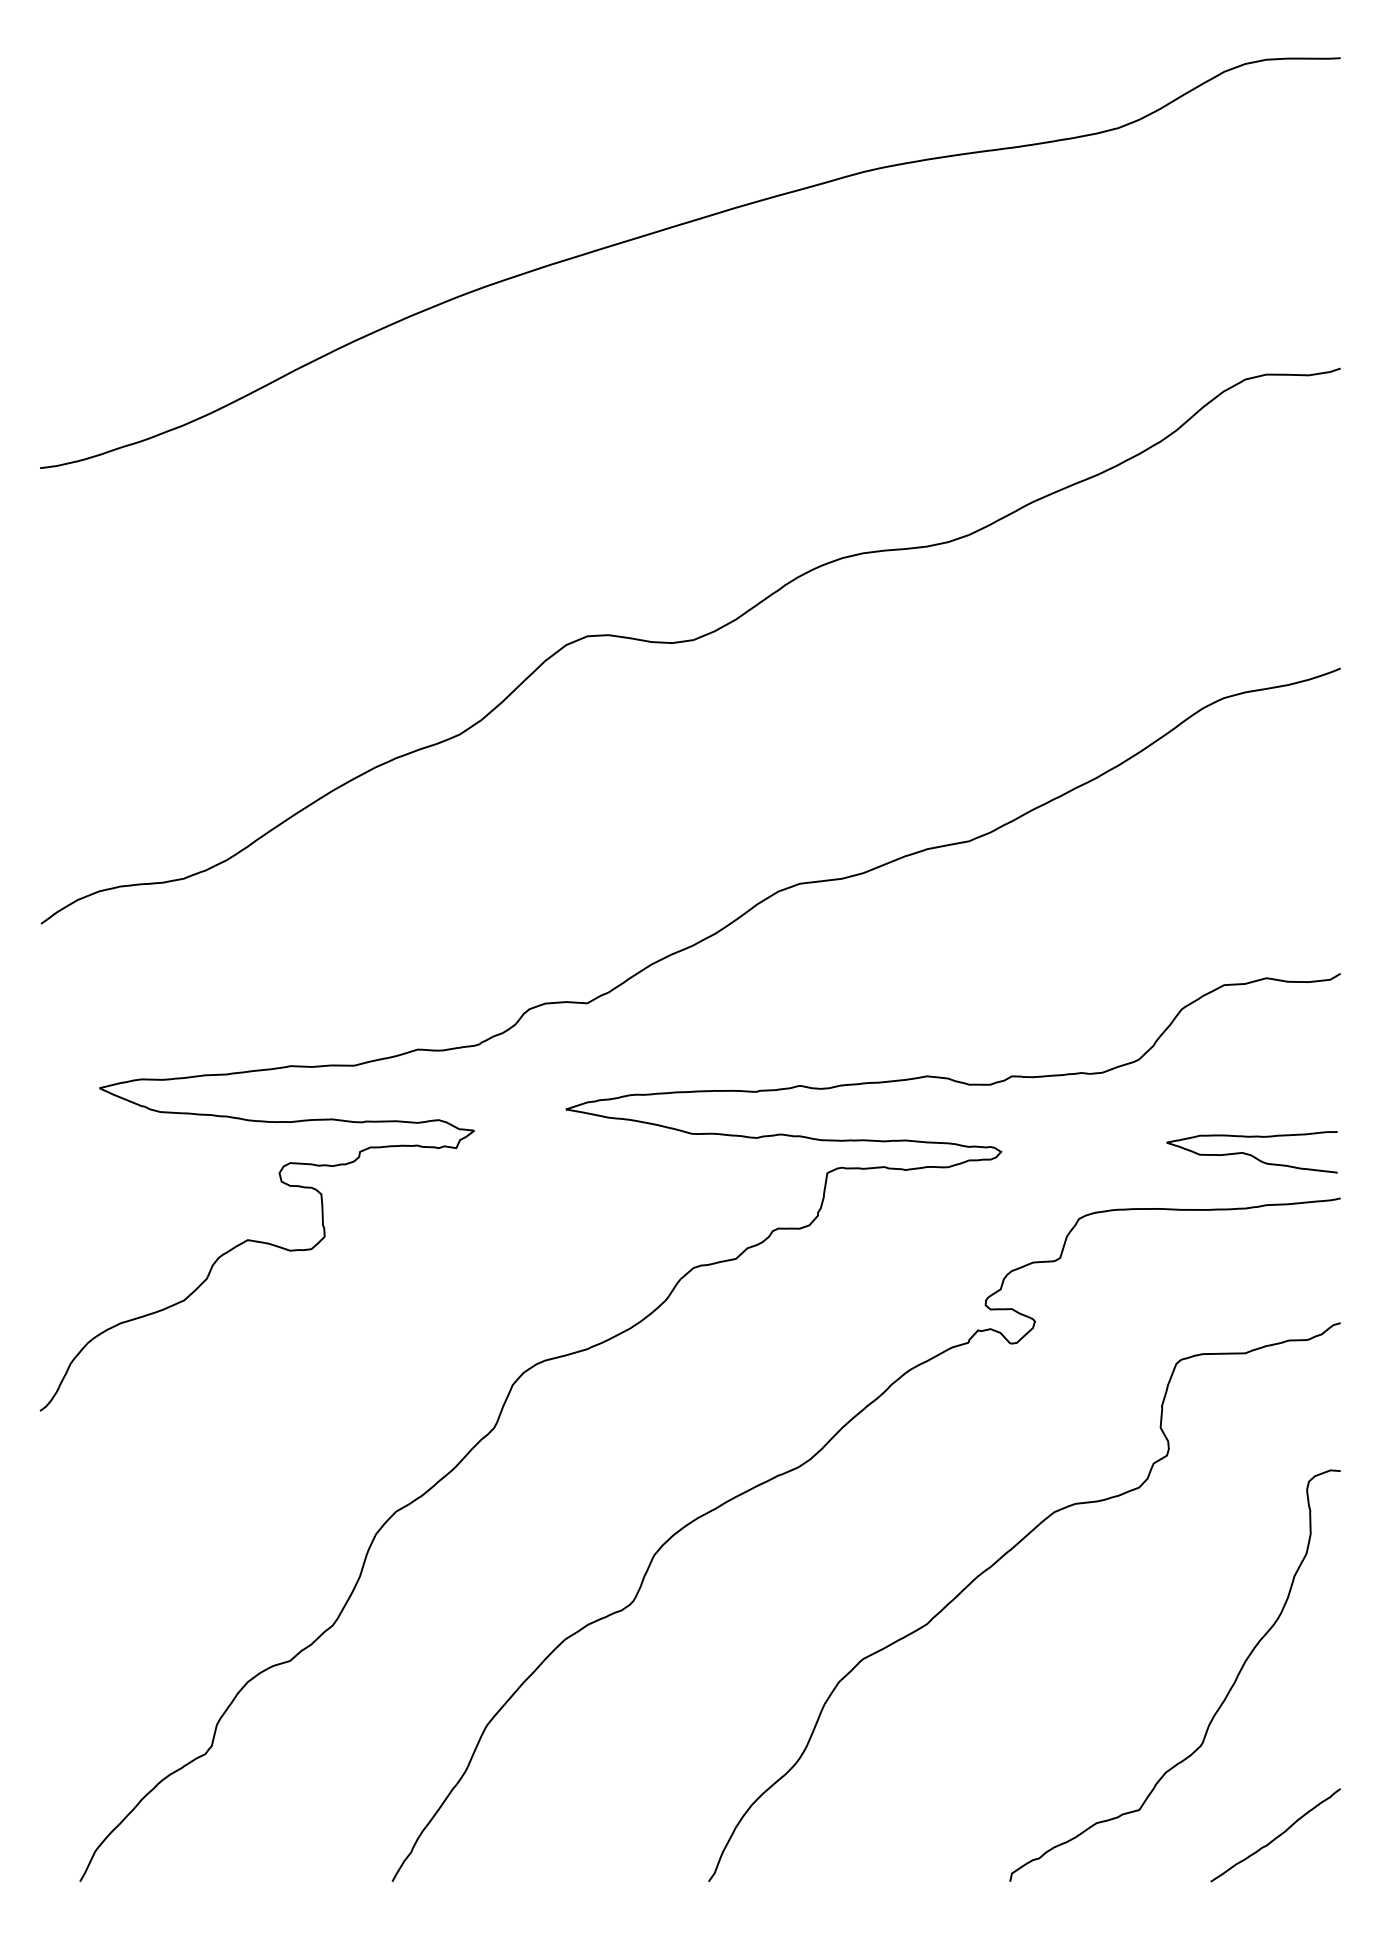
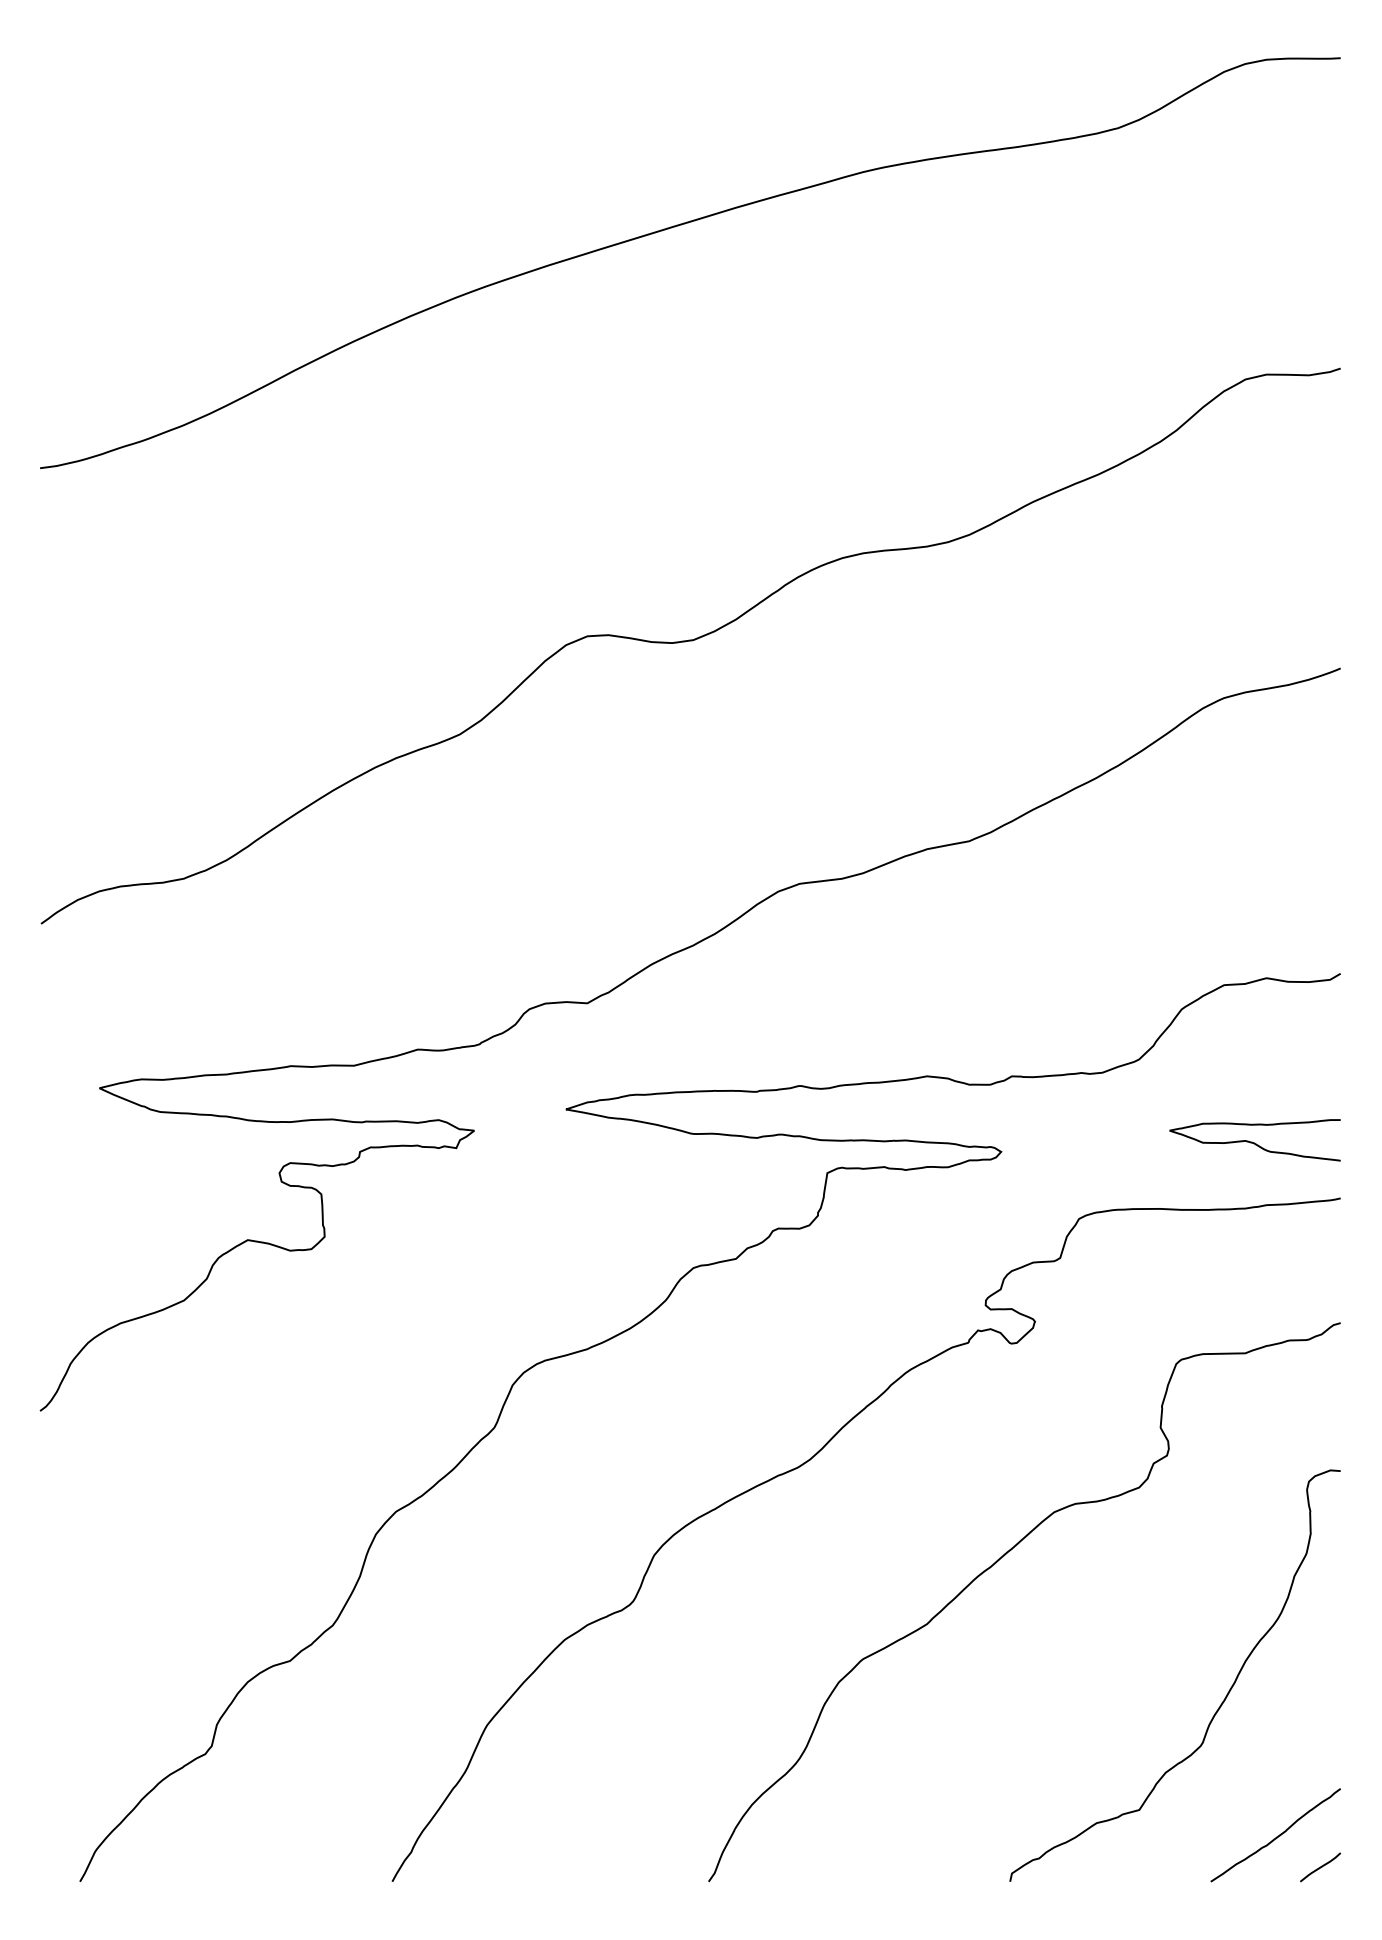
curve at (1251, 1154) position: (1251, 1154) -> (1254, 1142)
curve at (1320, 1867): none -> present
